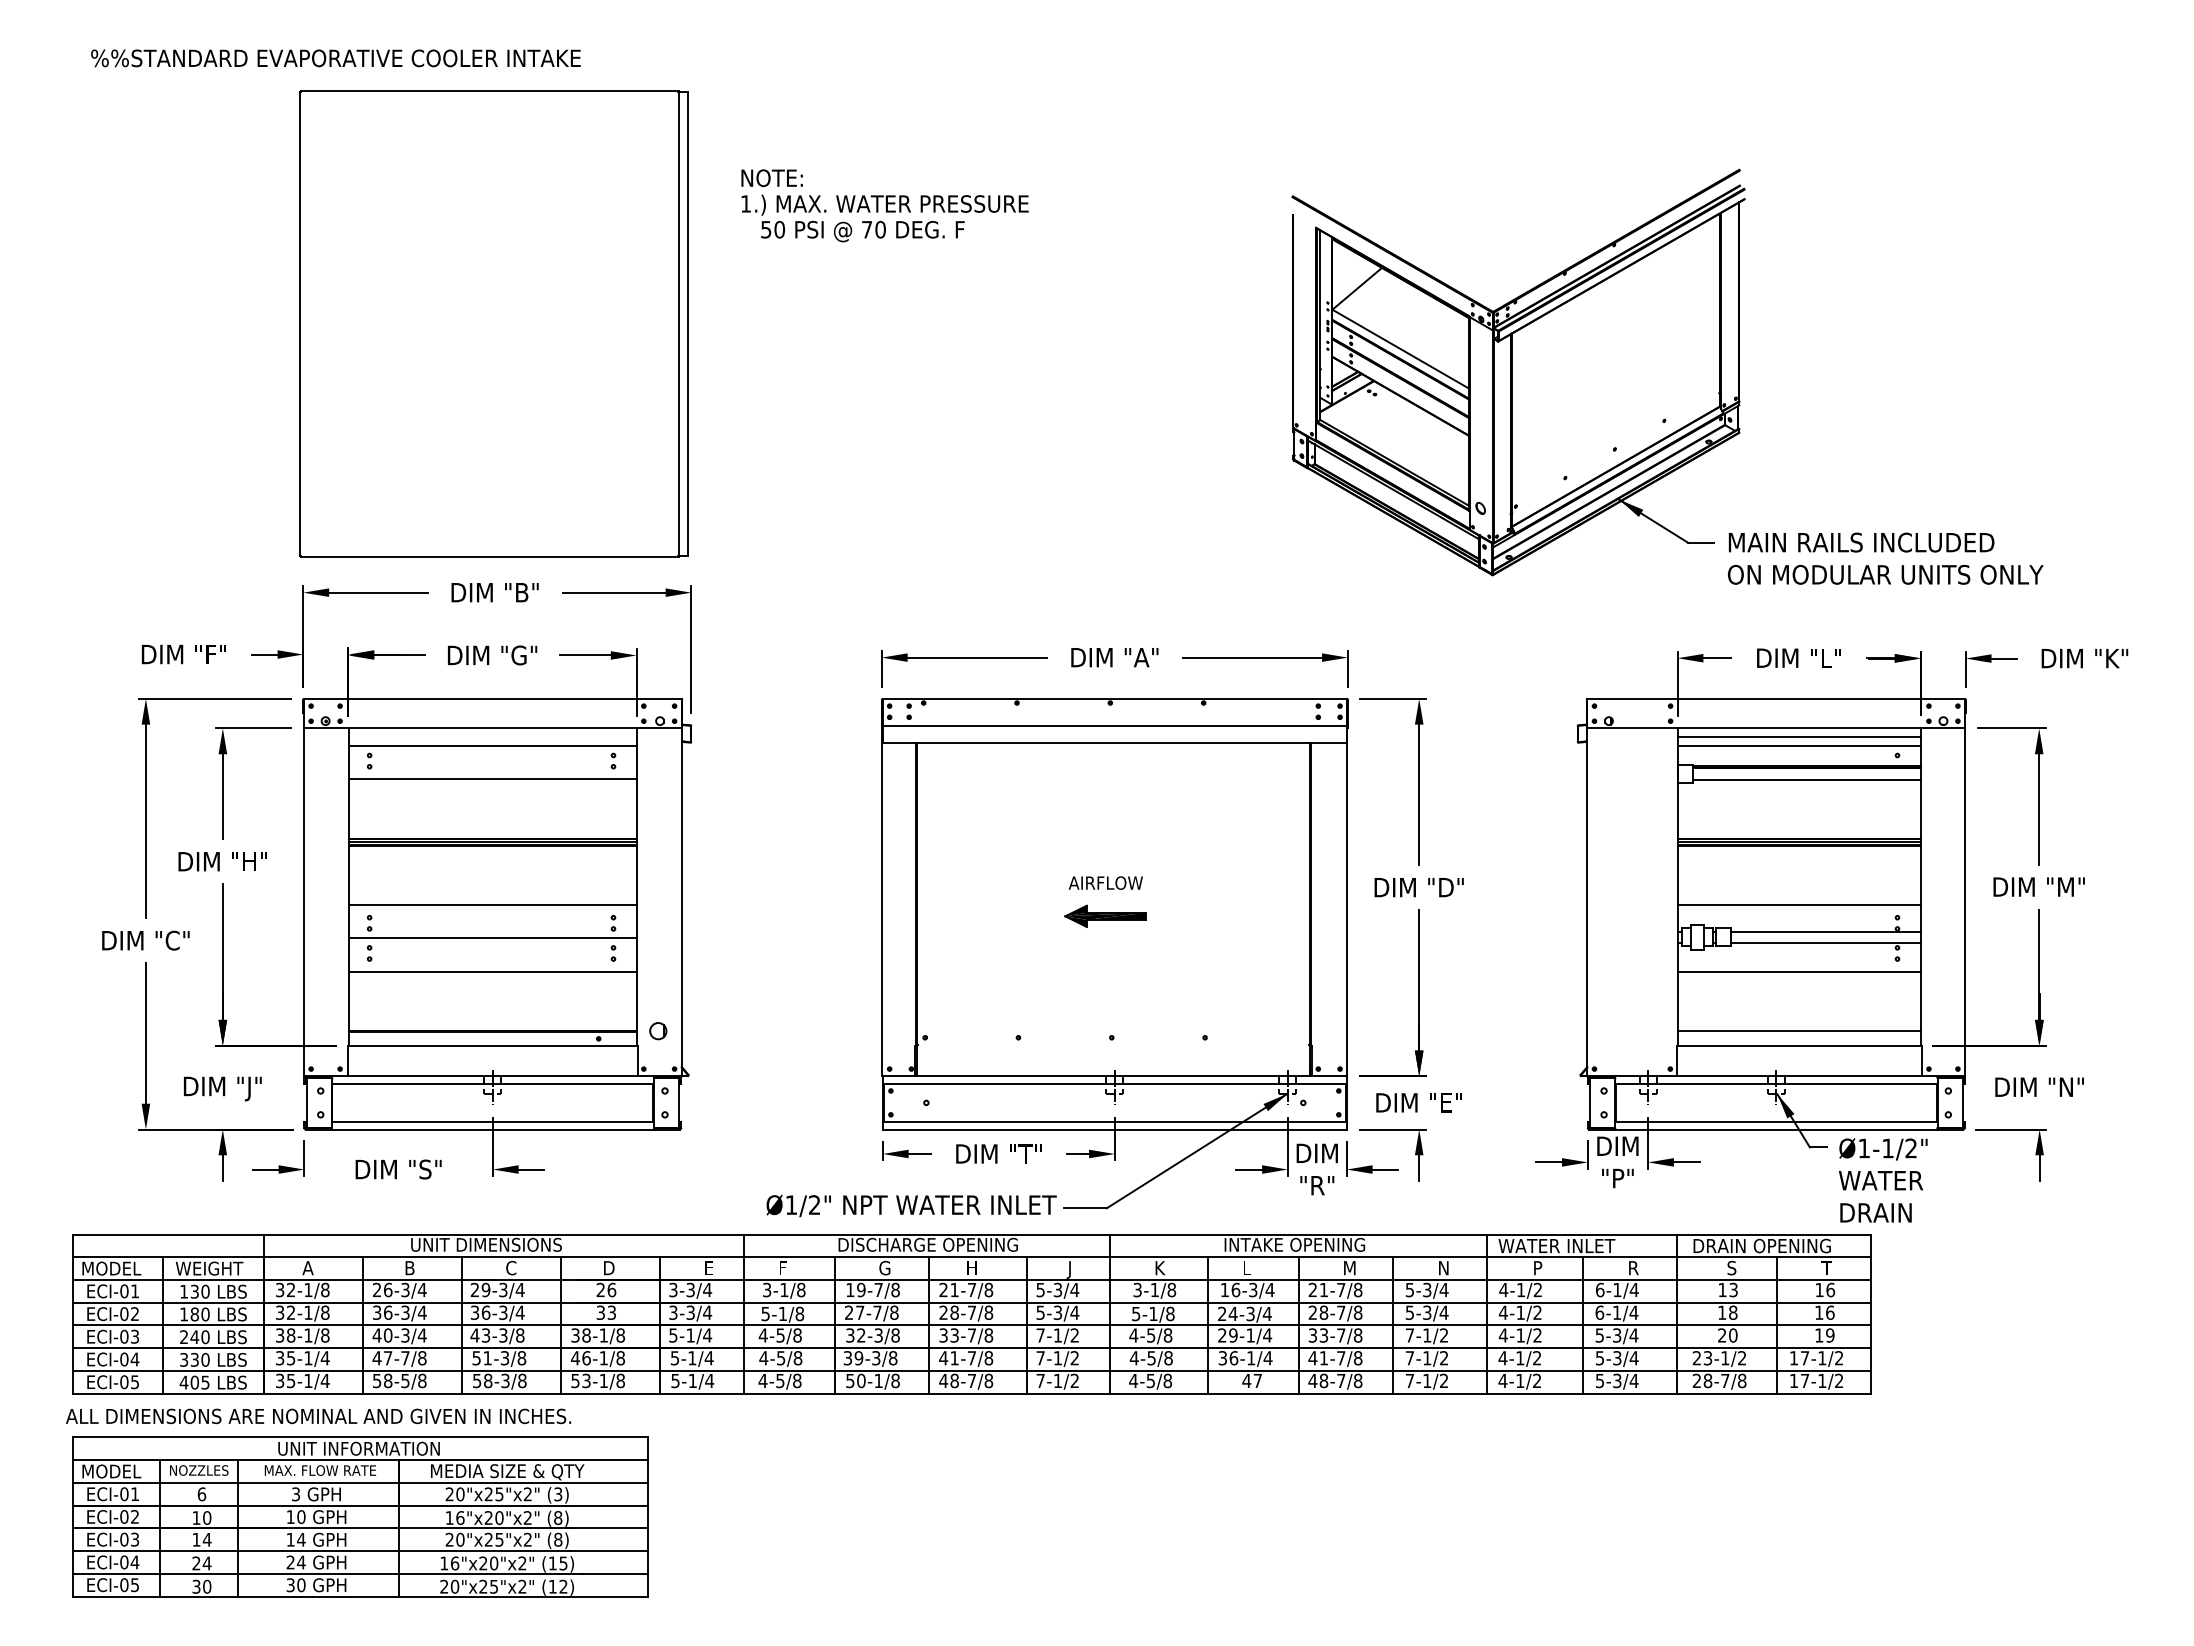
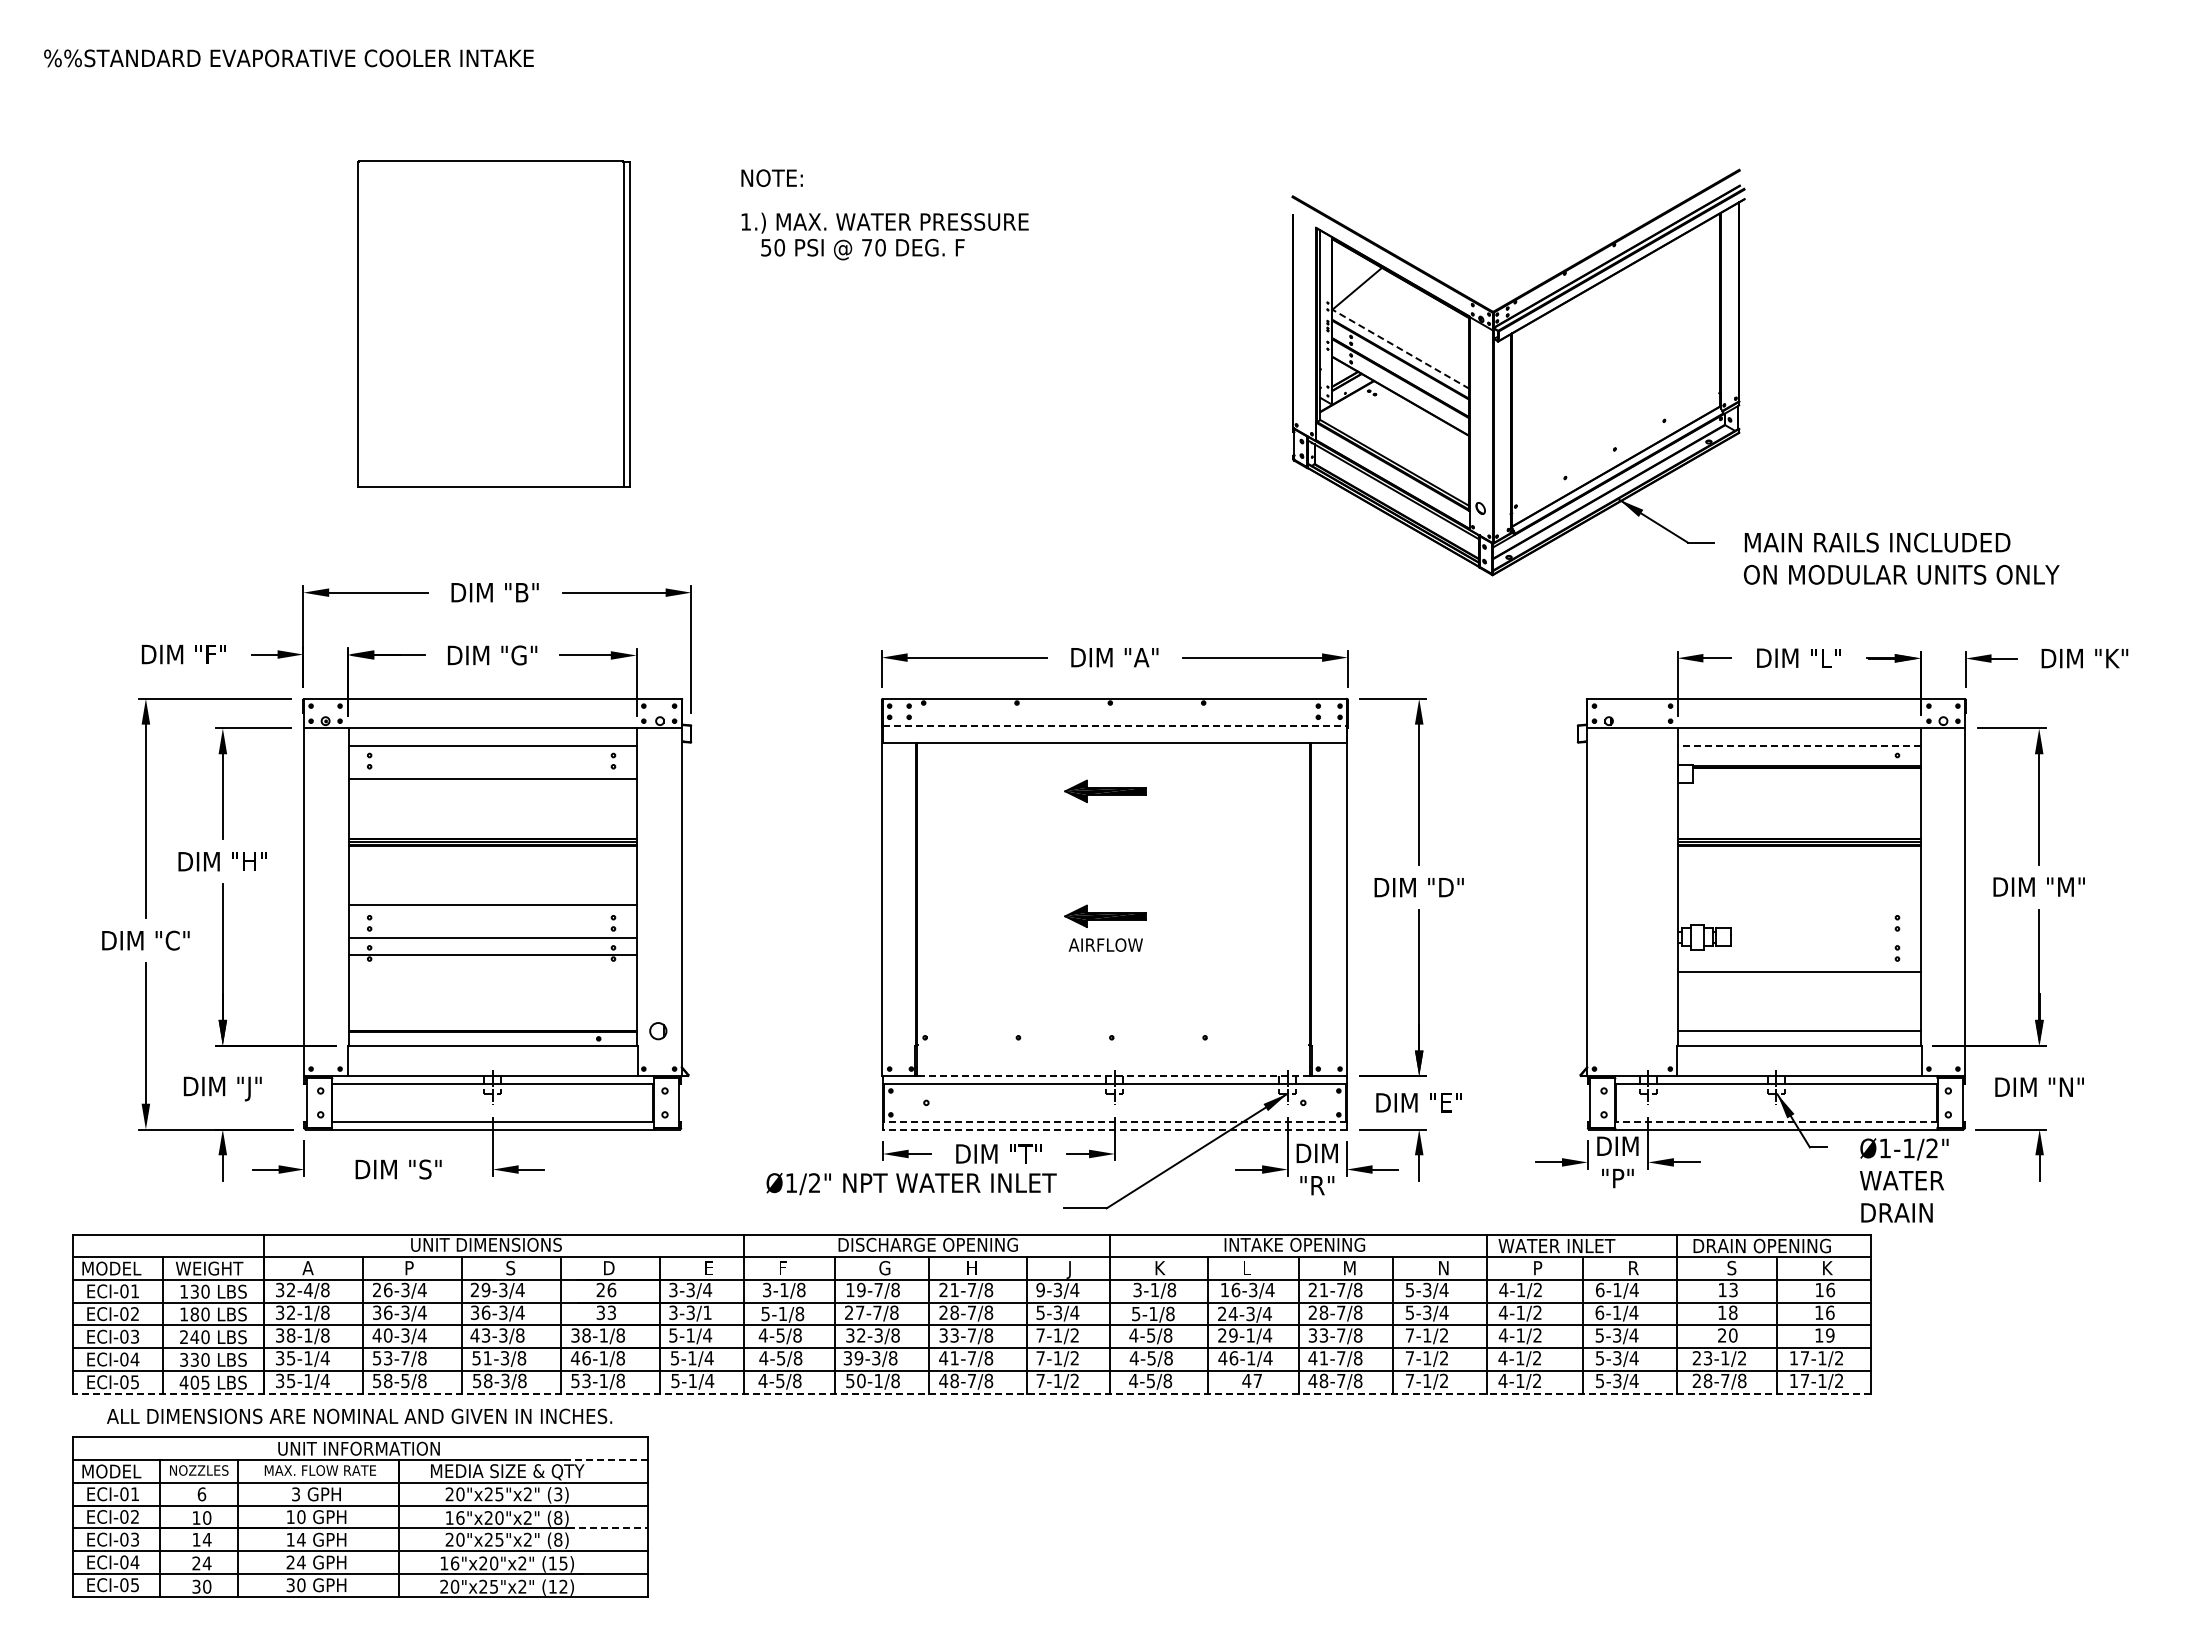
text at (335, 58) position: (335, 58) -> (288, 58)
text at (884, 218) position: (884, 218) -> (884, 236)
part at (493, 323) size: 390x468 px -> 274x328 px
line at (1400, 349): solid -> dashed
text at (1885, 558) position: (1885, 558) -> (1901, 558)
line at (1115, 726): solid -> dashed
line at (1798, 737): present -> none
line at (1798, 746): solid -> dashed
line at (1806, 780): present -> none
part at (1105, 790): none -> present
text at (1105, 882) position: (1105, 882) -> (1105, 944)
line at (1798, 904): present -> none
line at (1825, 931): present -> none
line at (1825, 943): present -> none
line at (492, 971) position: (492, 971) -> (492, 954)
line at (1113, 1076): solid -> dashed
line at (1114, 1122): solid -> dashed
line at (1775, 1122): solid -> dashed
line at (1114, 1129): solid -> dashed
text at (1883, 1180) position: (1883, 1180) -> (1904, 1180)
text at (911, 1205) position: (911, 1205) -> (911, 1183)
text at (511, 1267): C -> S
text at (410, 1268): B -> P
text at (1826, 1268): T -> K
text at (1040, 1289): 5-3/4 -> 9-3/4
text at (307, 1290): 32-1/8 -> 32-4/8
text at (707, 1312): 3-3/4 -> 3-3/1
text at (382, 1358): 47-7/8 -> 53-7/8
text at (1222, 1358): 36-1/4 -> 46-1/4
line at (971, 1393): solid -> dashed
text at (318, 1416) position: (318, 1416) -> (359, 1416)
line at (606, 1460): solid -> dashed
line at (608, 1528): solid -> dashed
